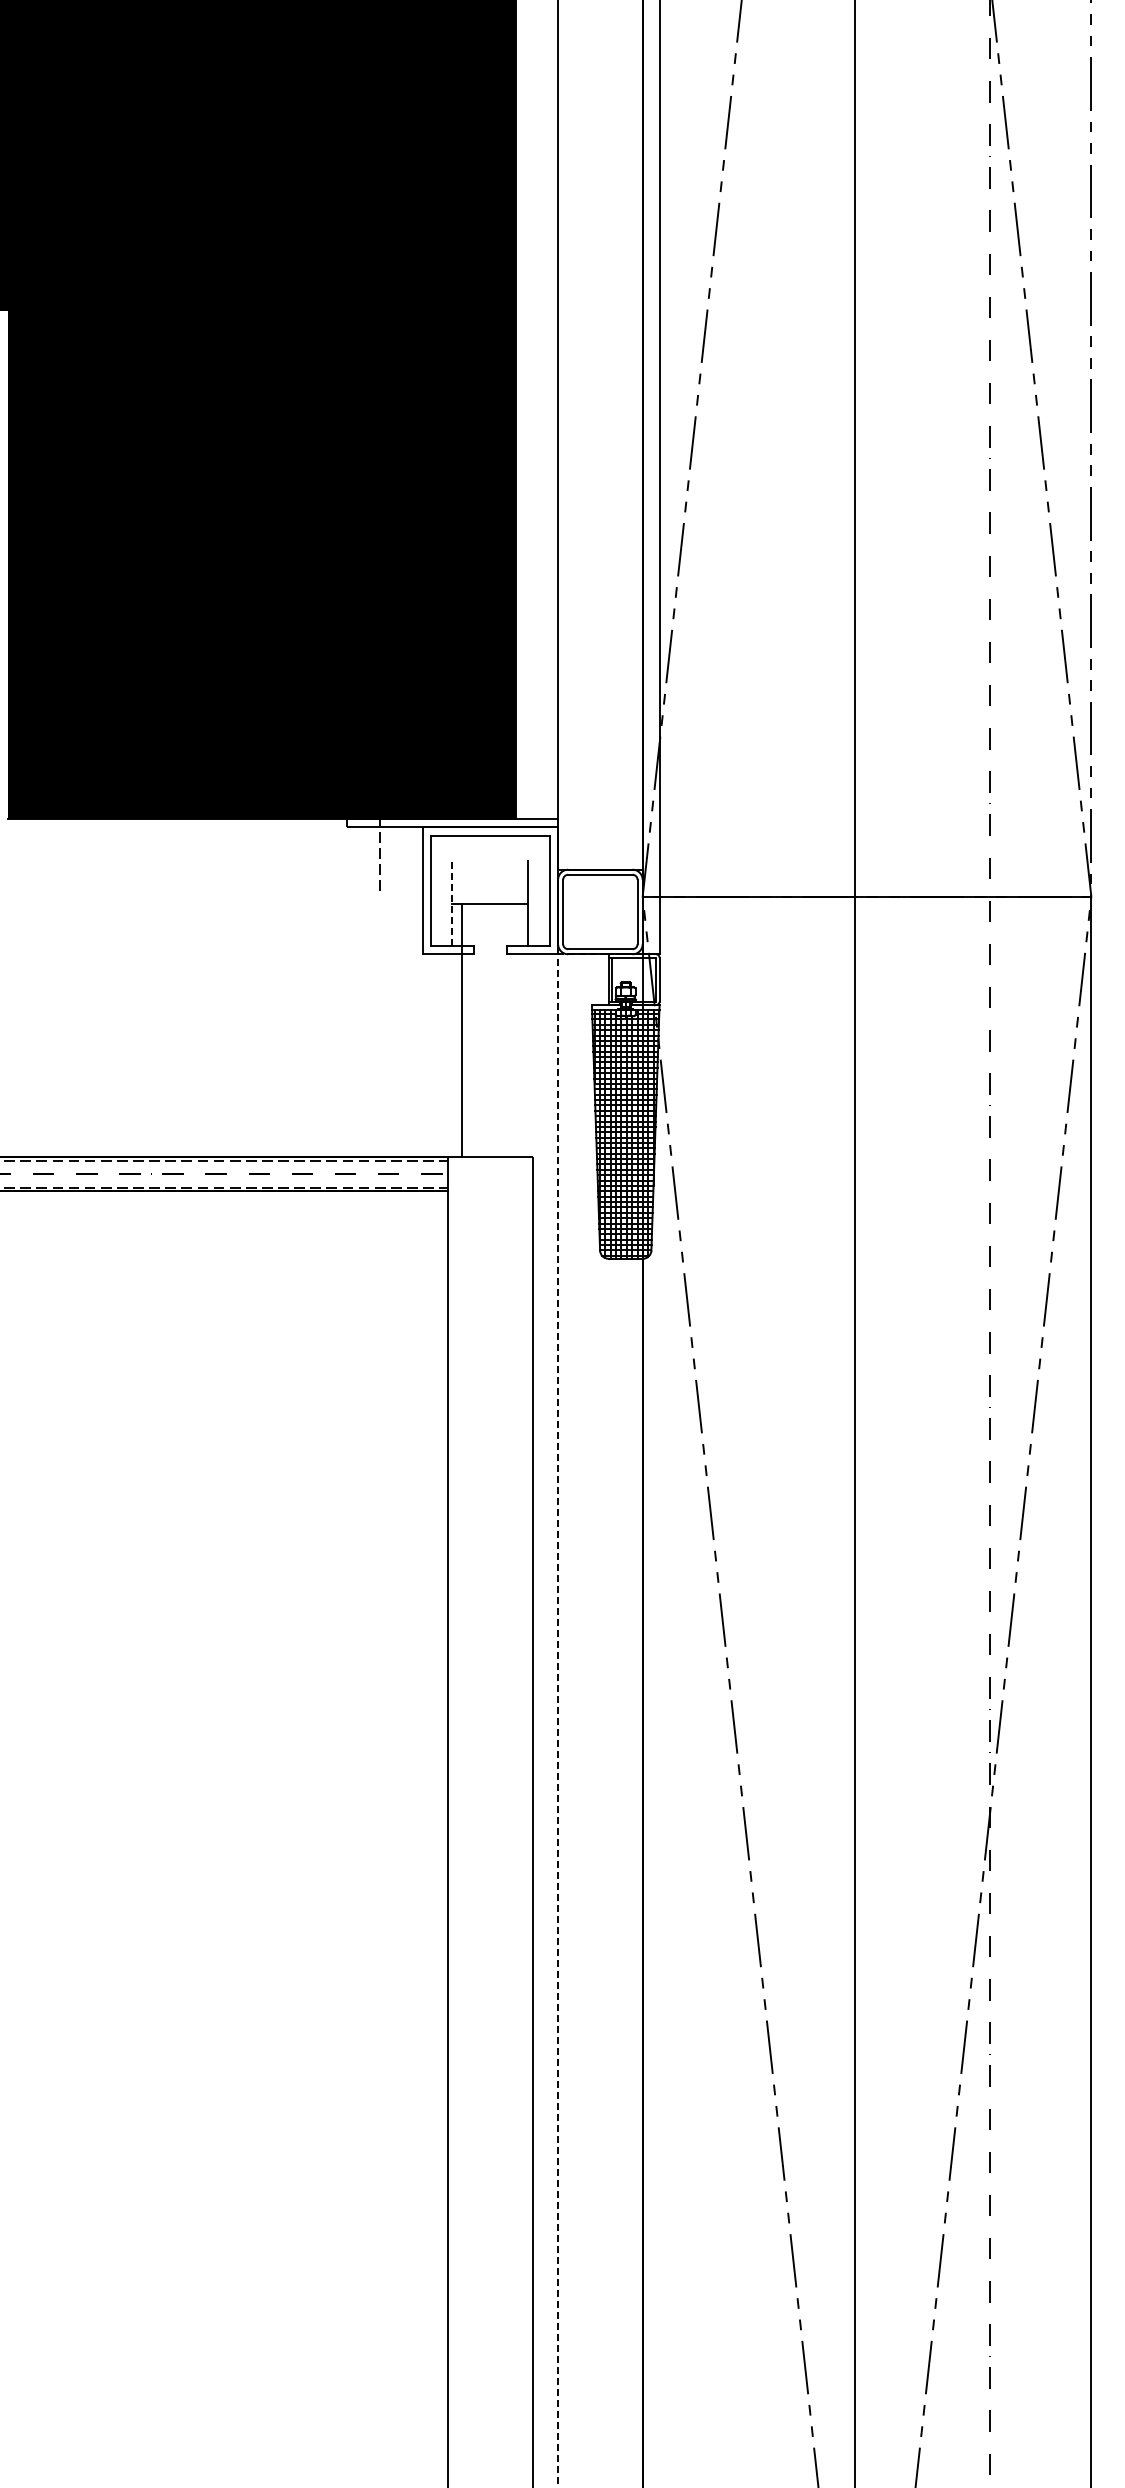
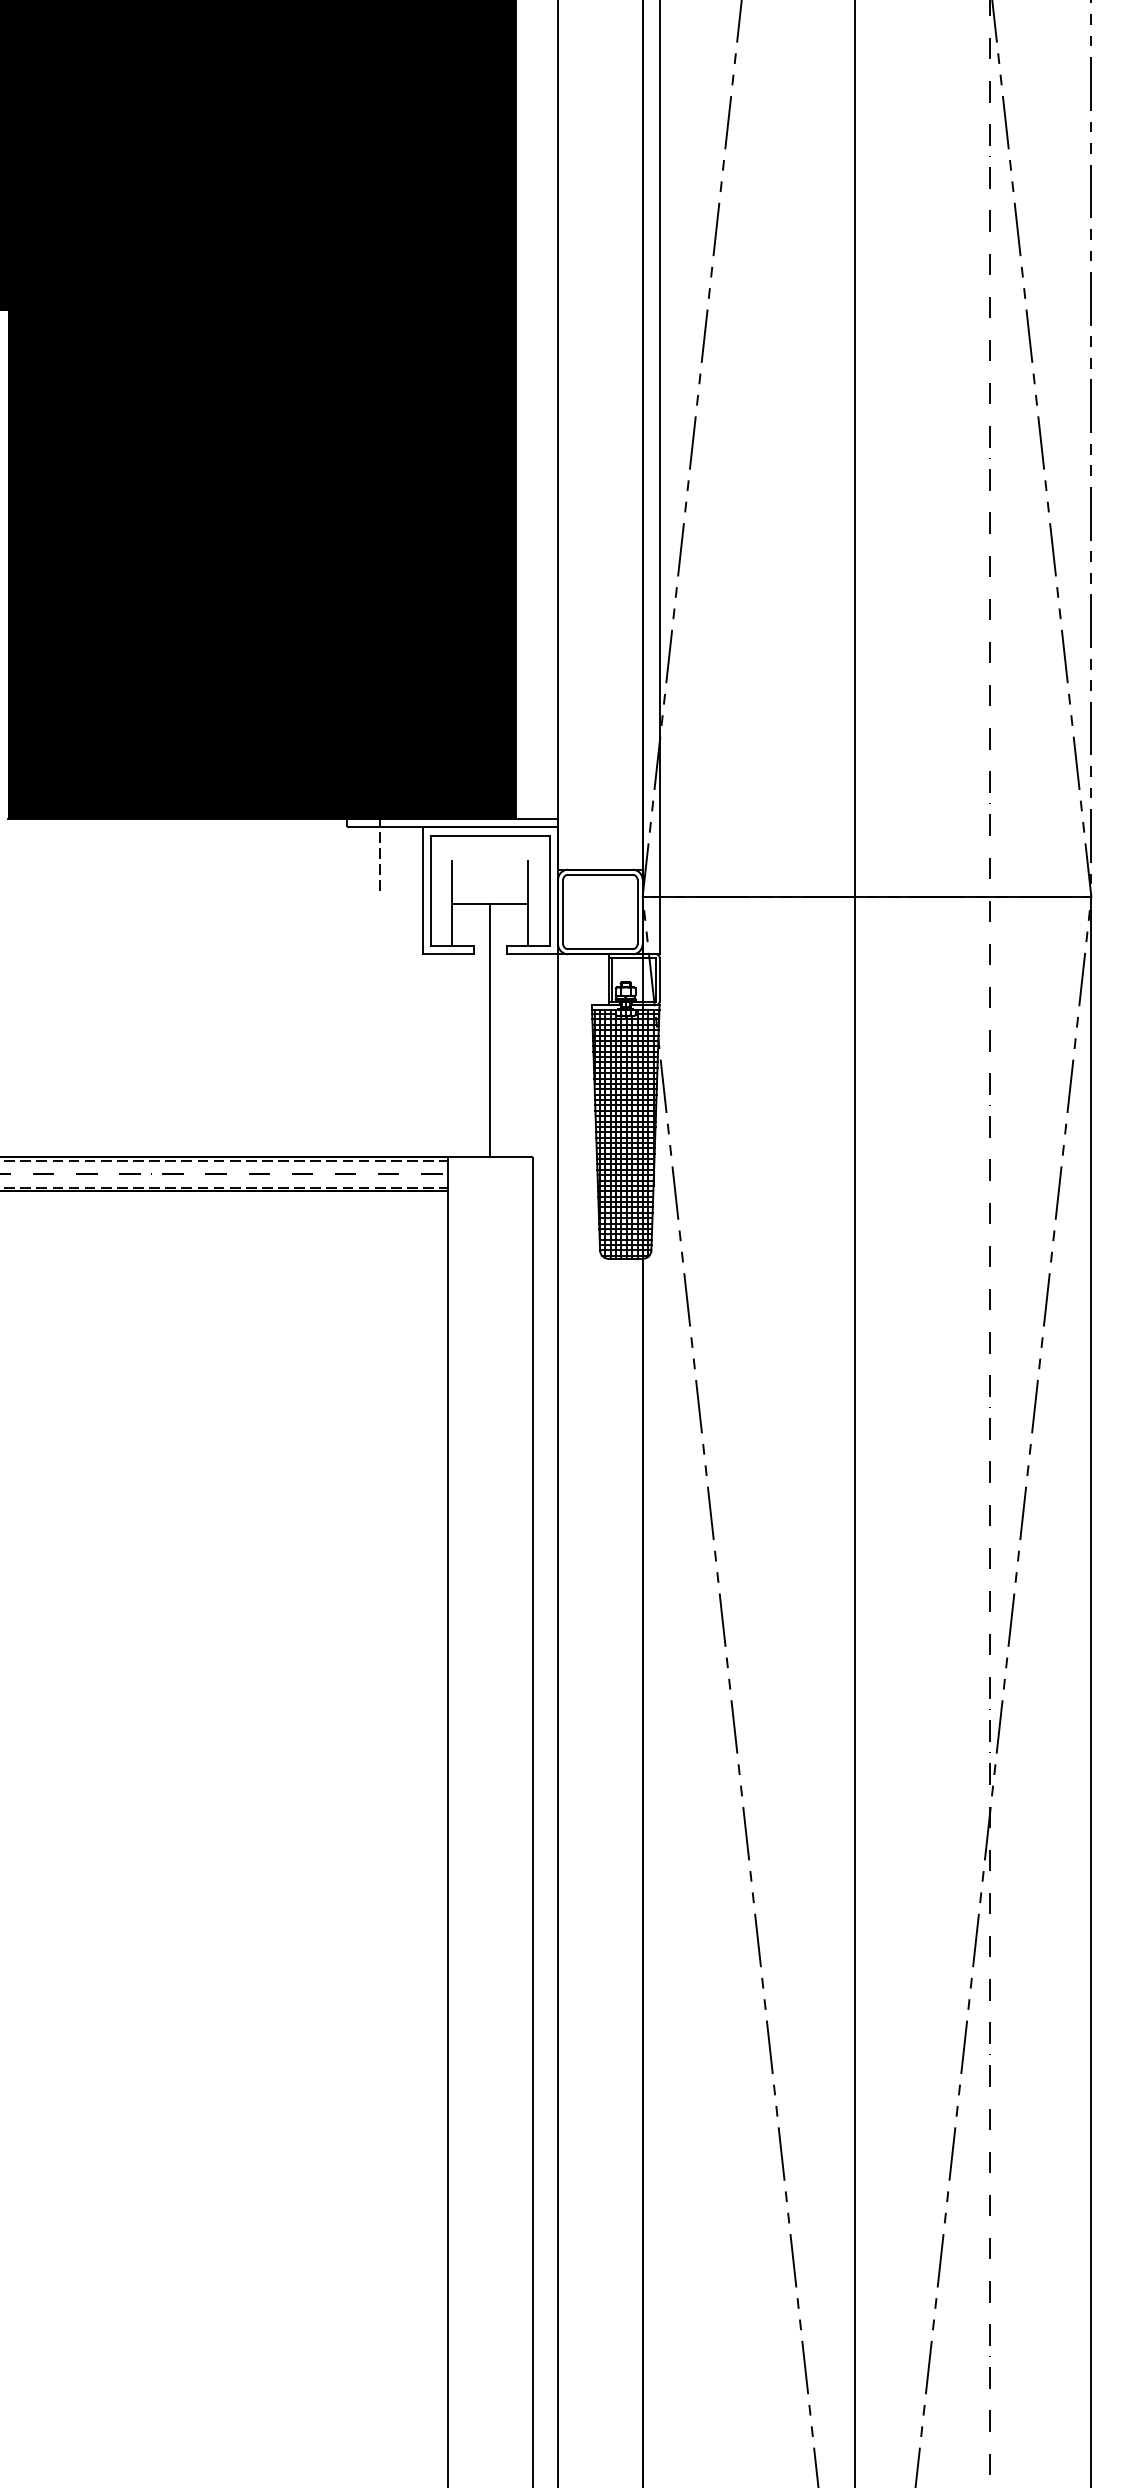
line at (452, 903): dashed -> solid
line at (462, 1030) position: (462, 1030) -> (490, 1030)
line at (558, 1677): dashed -> solid
